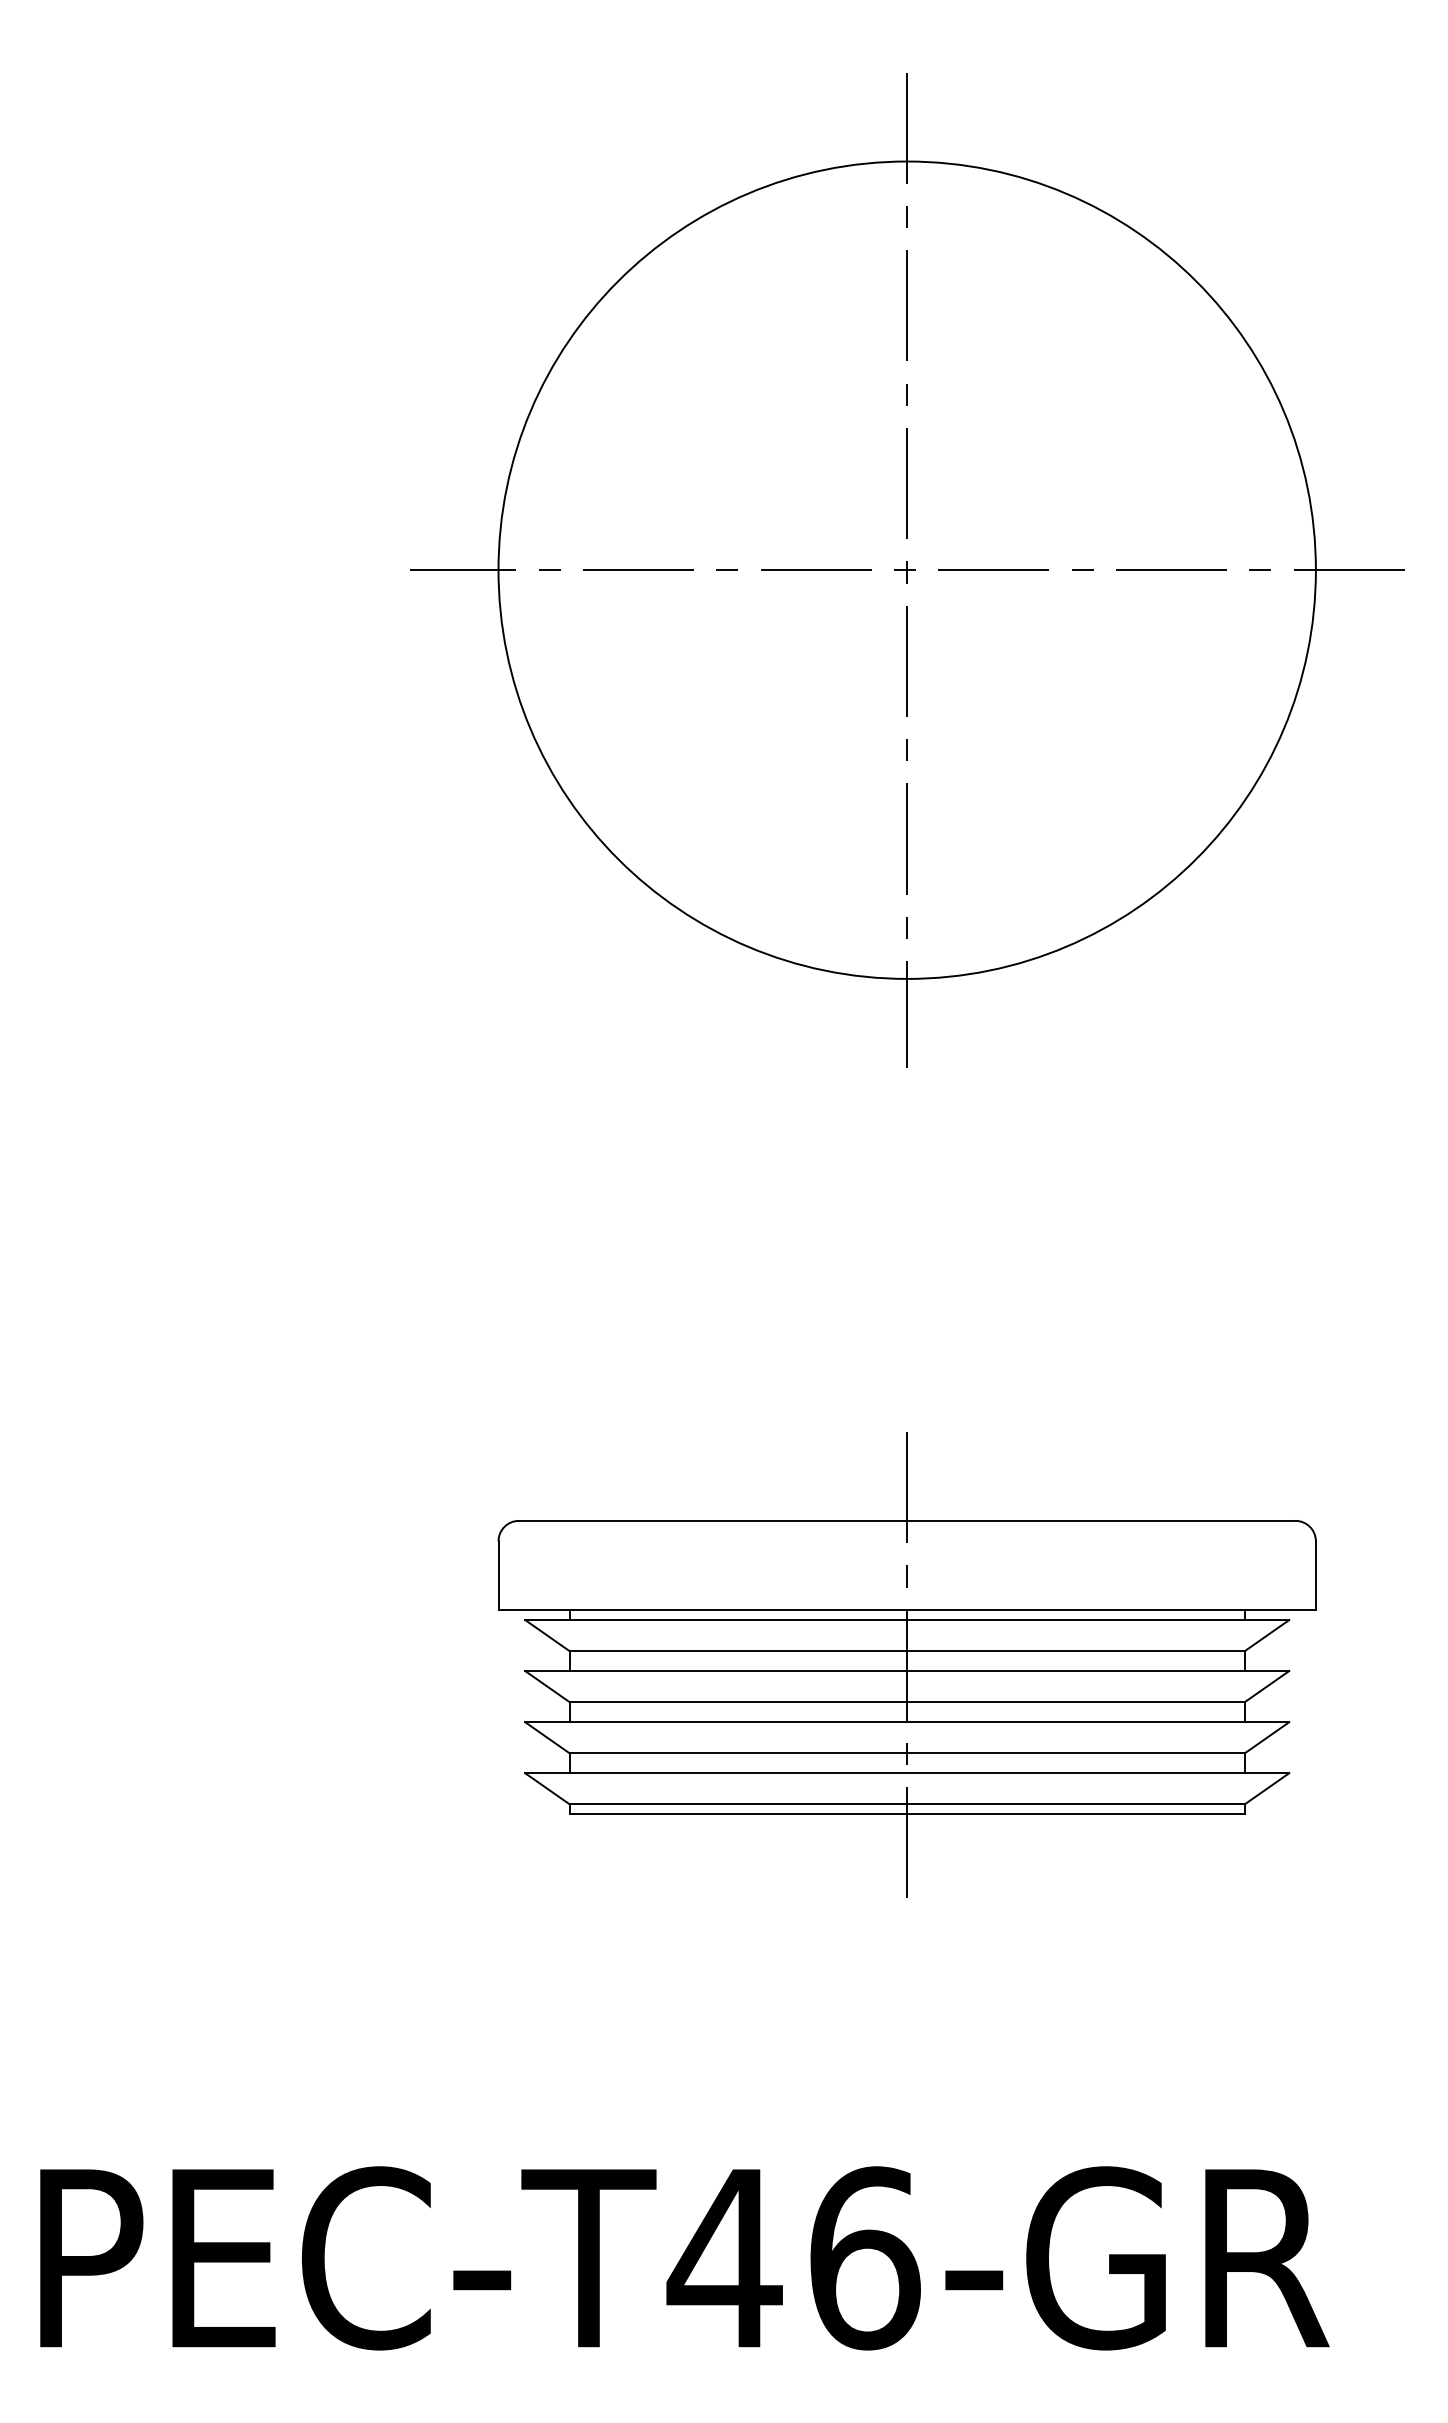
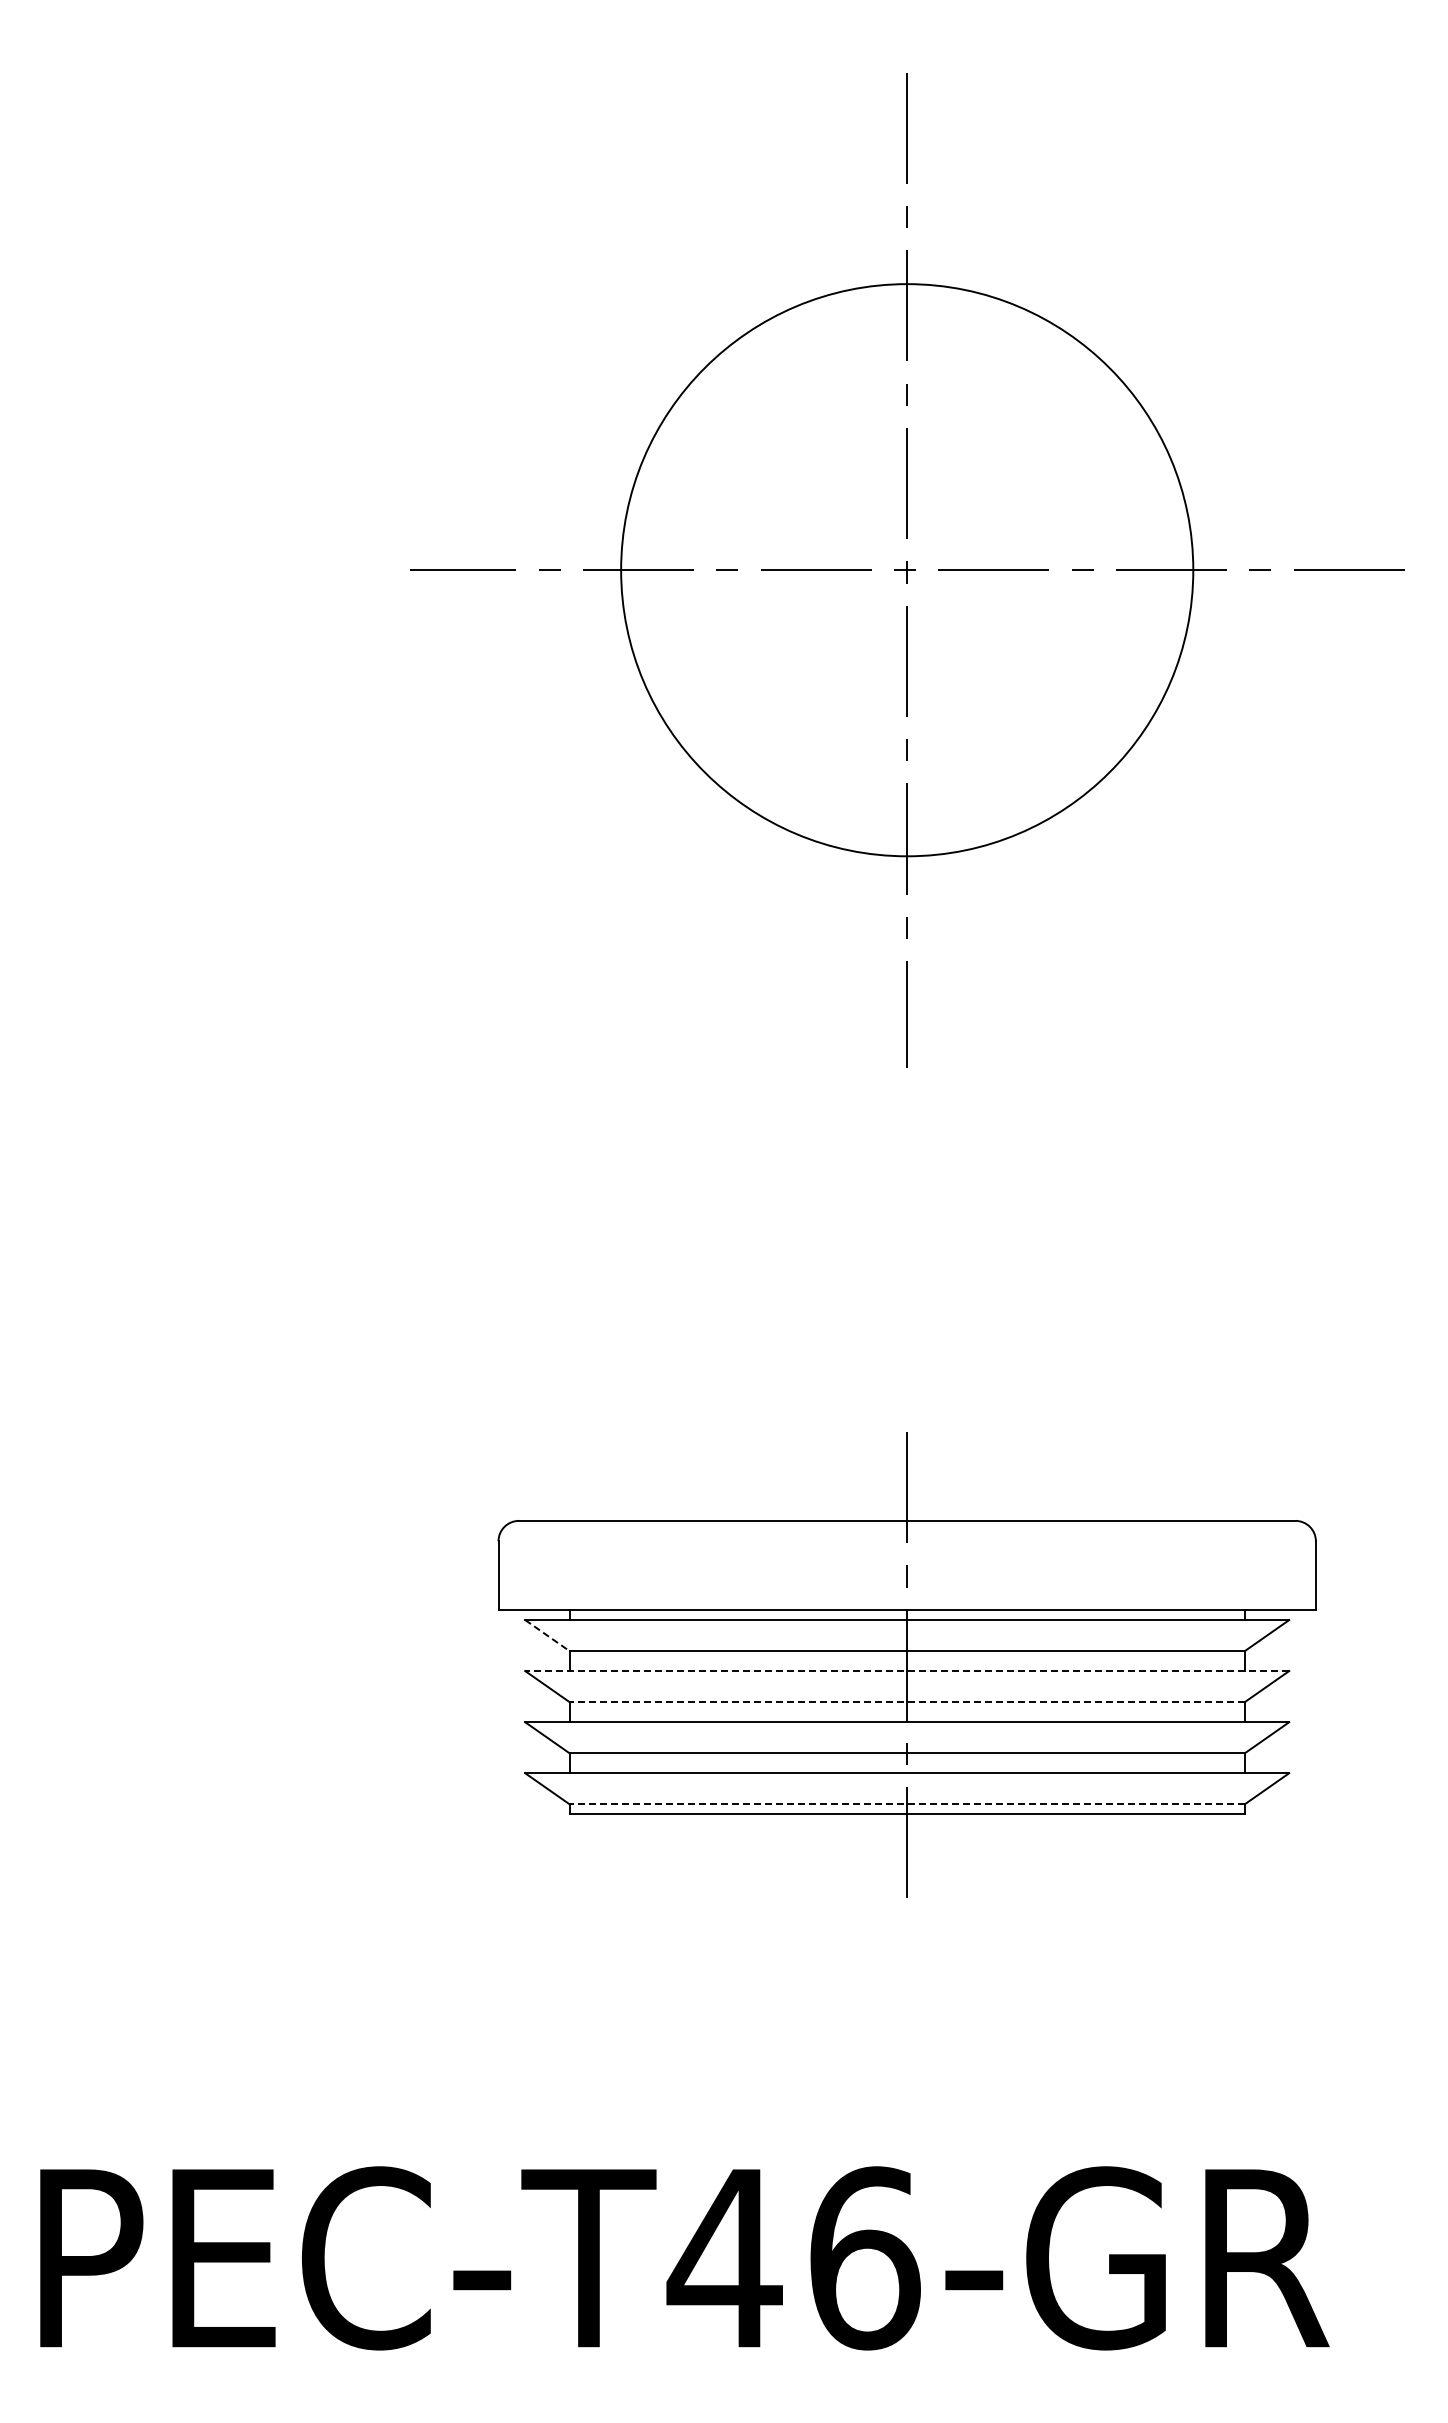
circle at (906, 569) diameter: 817 px -> 572 px
line at (547, 1635): solid -> dashed
line at (906, 1671): solid -> dashed
line at (907, 1702): solid -> dashed
line at (907, 1804): solid -> dashed
